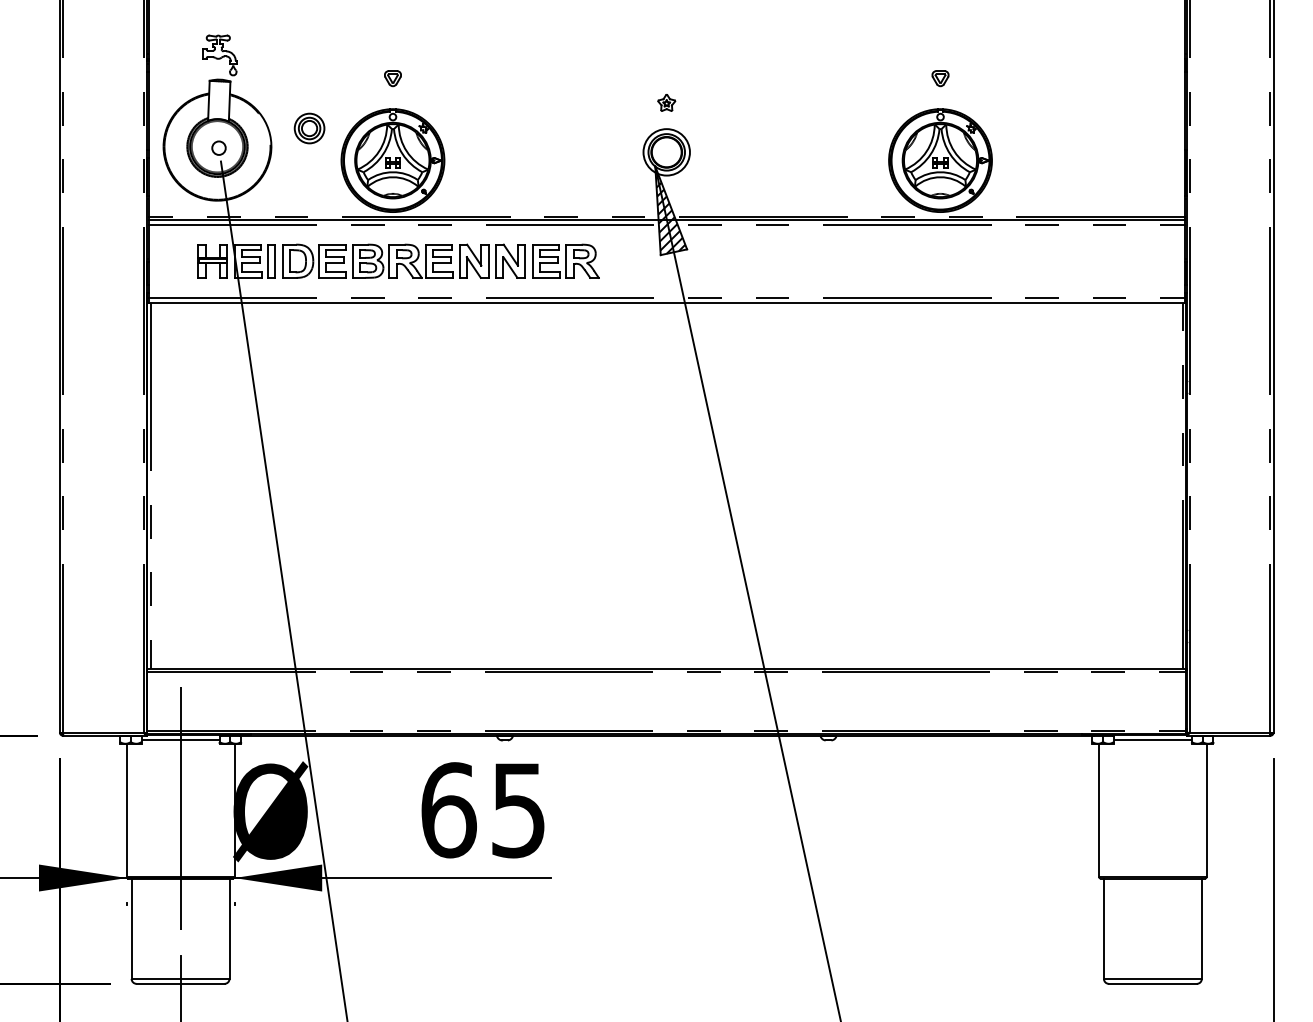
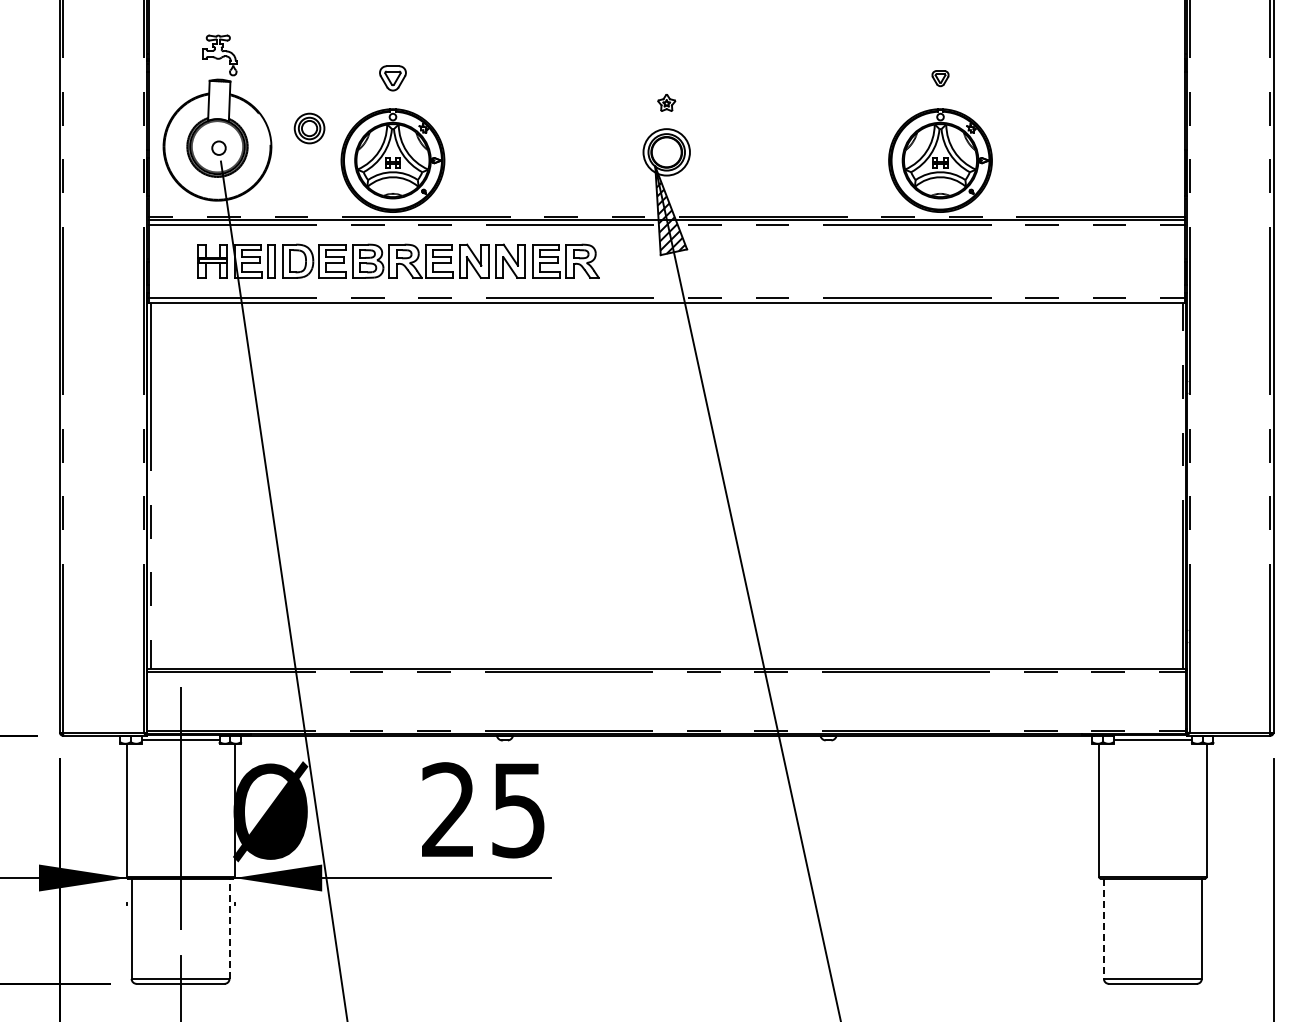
part at (392, 78) size: 18x18 px -> 28x27 px
text at (448, 810): 65 -> 25
line at (229, 928): solid -> dashed
line at (1103, 929): solid -> dashed
